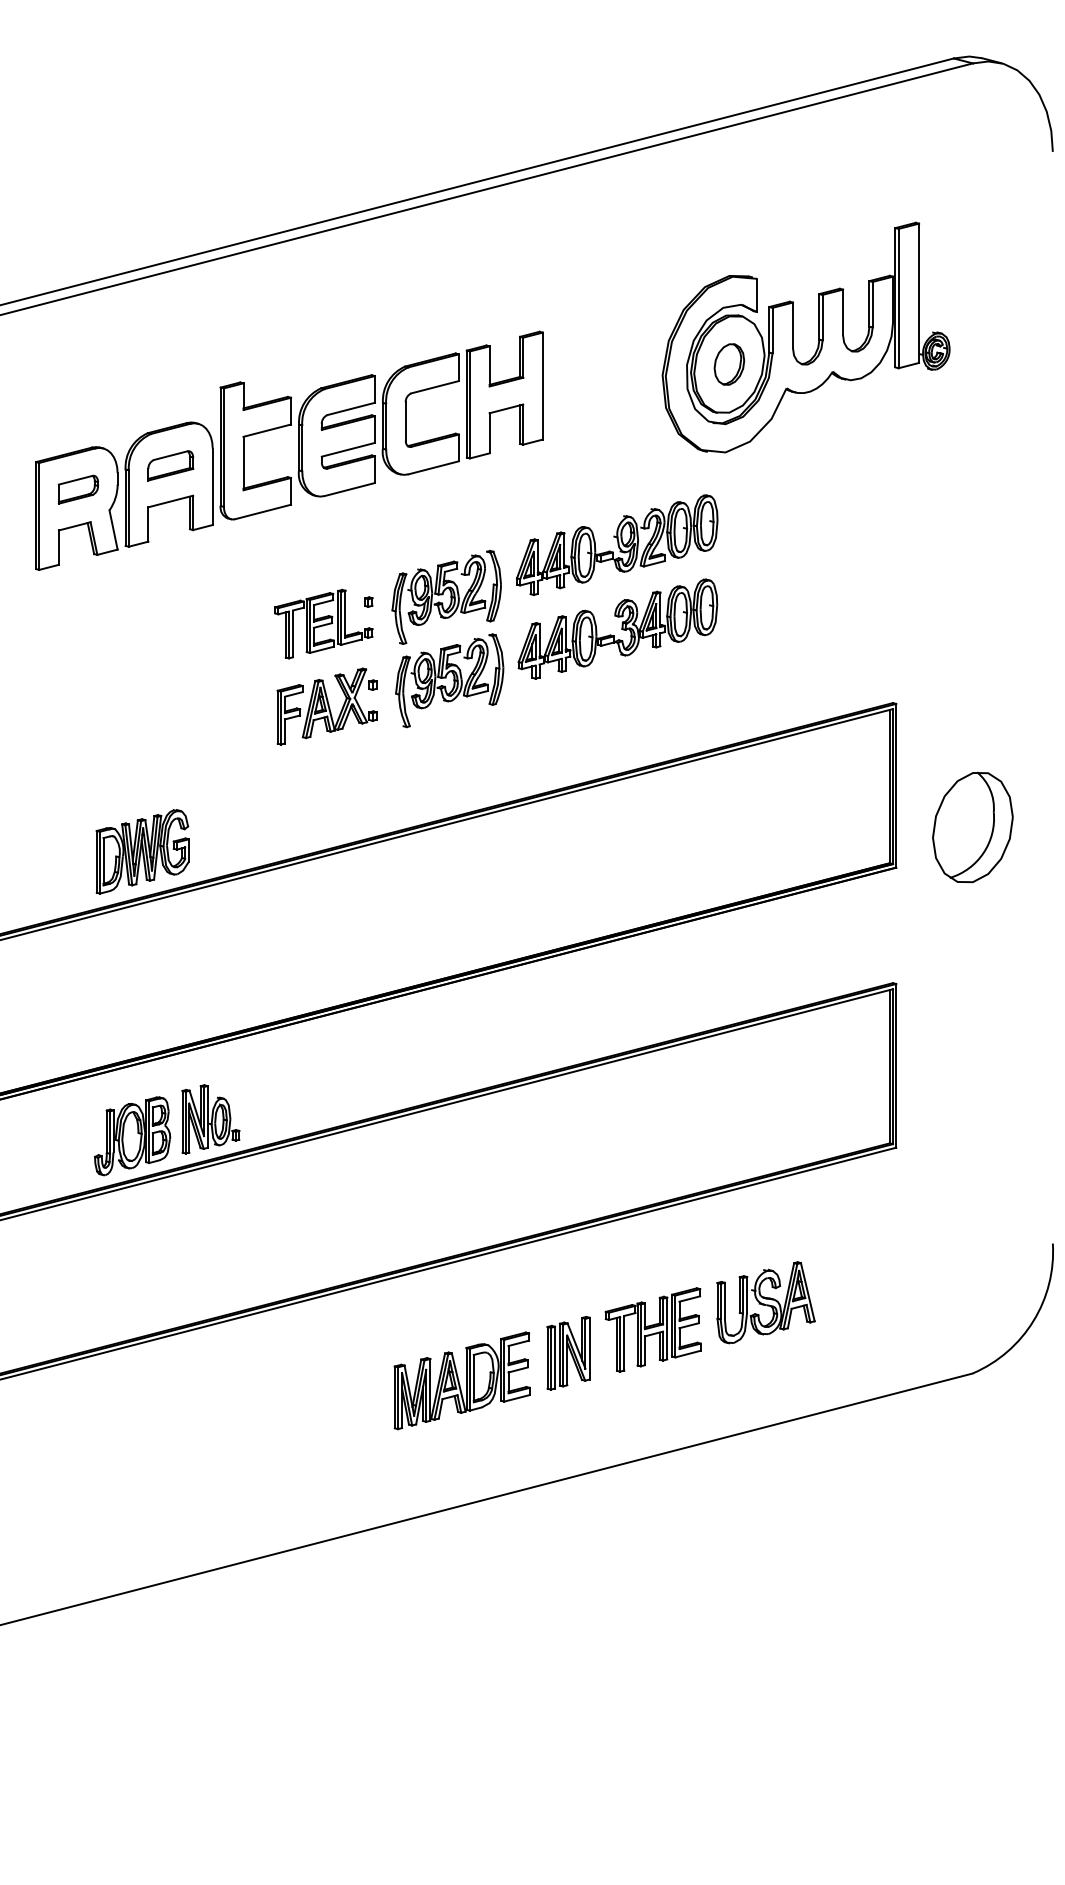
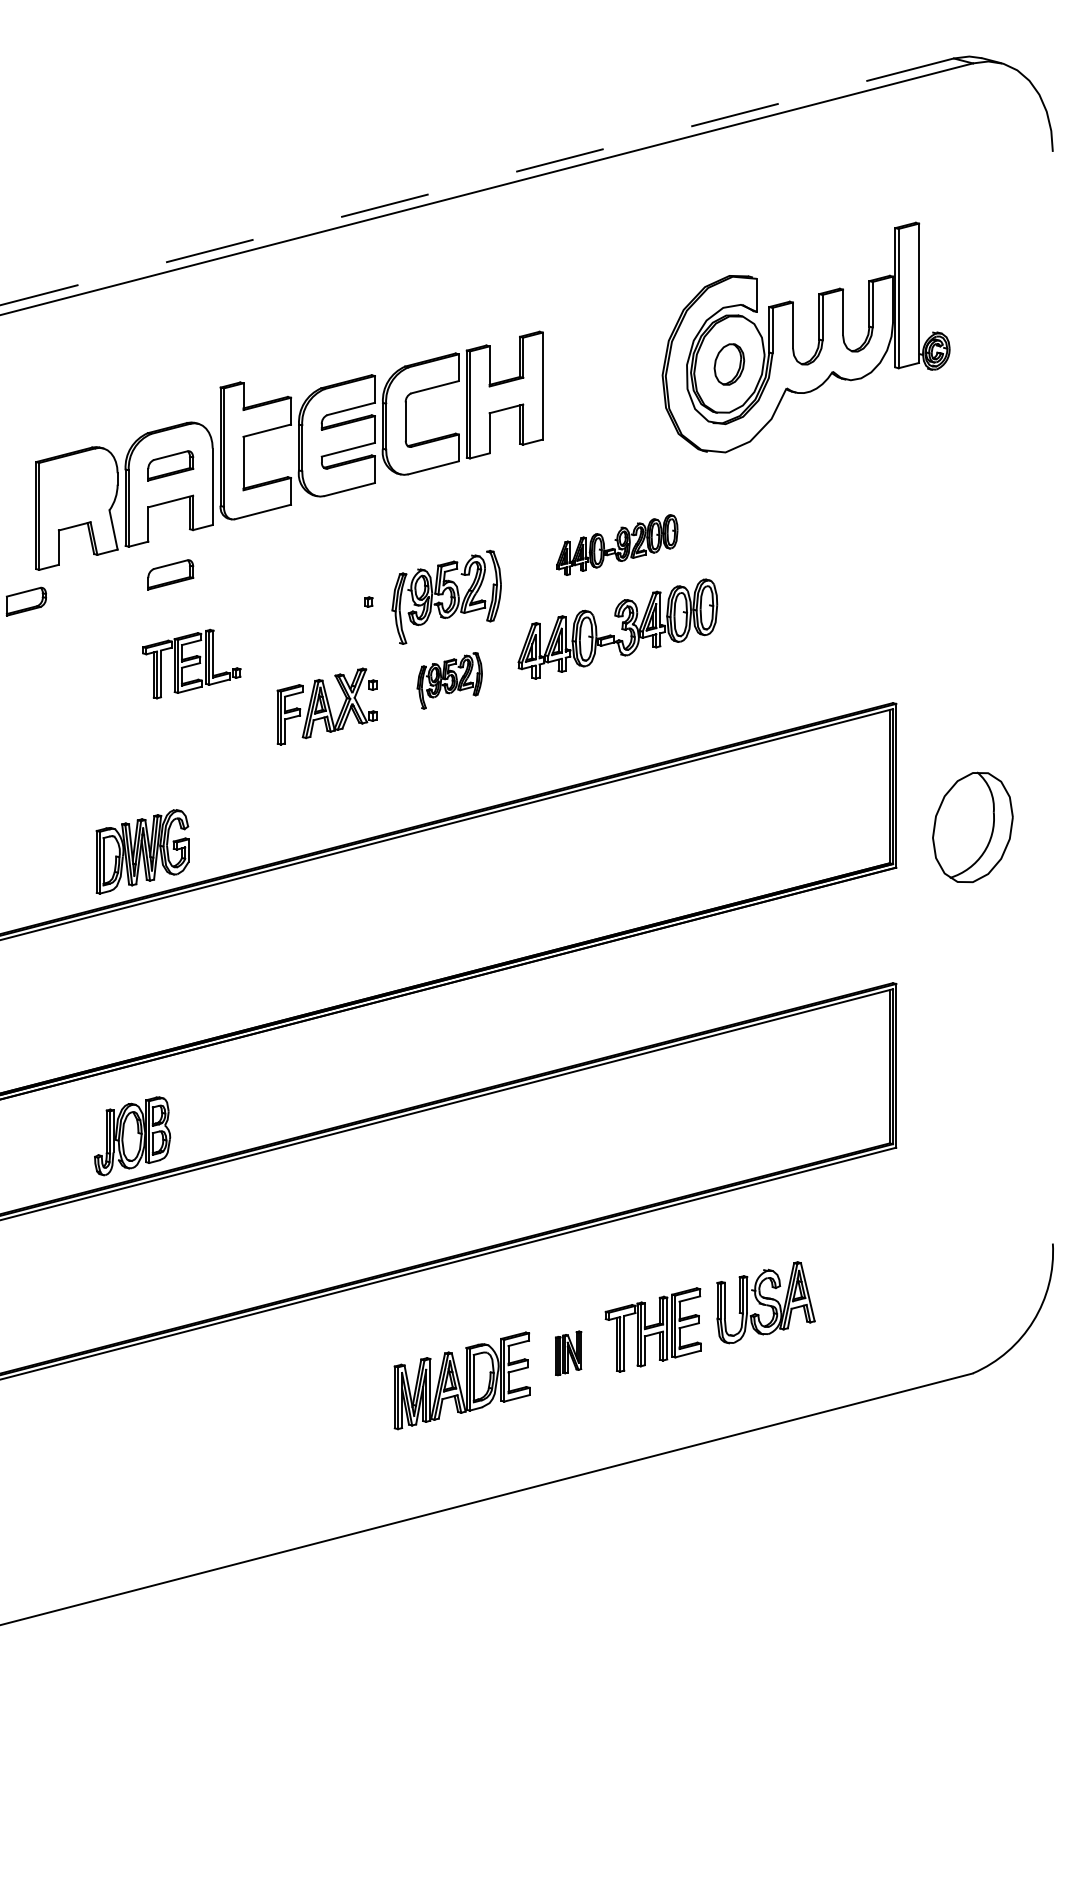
line at (476, 181): solid -> dashed
part at (77, 489) position: (77, 489) -> (25, 601)
part at (617, 544) size: 203x102 px -> 123x62 px
part at (170, 574): none -> present
part at (323, 623) position: (323, 623) -> (191, 663)
part at (449, 680) size: 110x96 px -> 67x58 px
part at (210, 1119): present -> none
part at (568, 1353) size: 45x75 px -> 28x47 px
